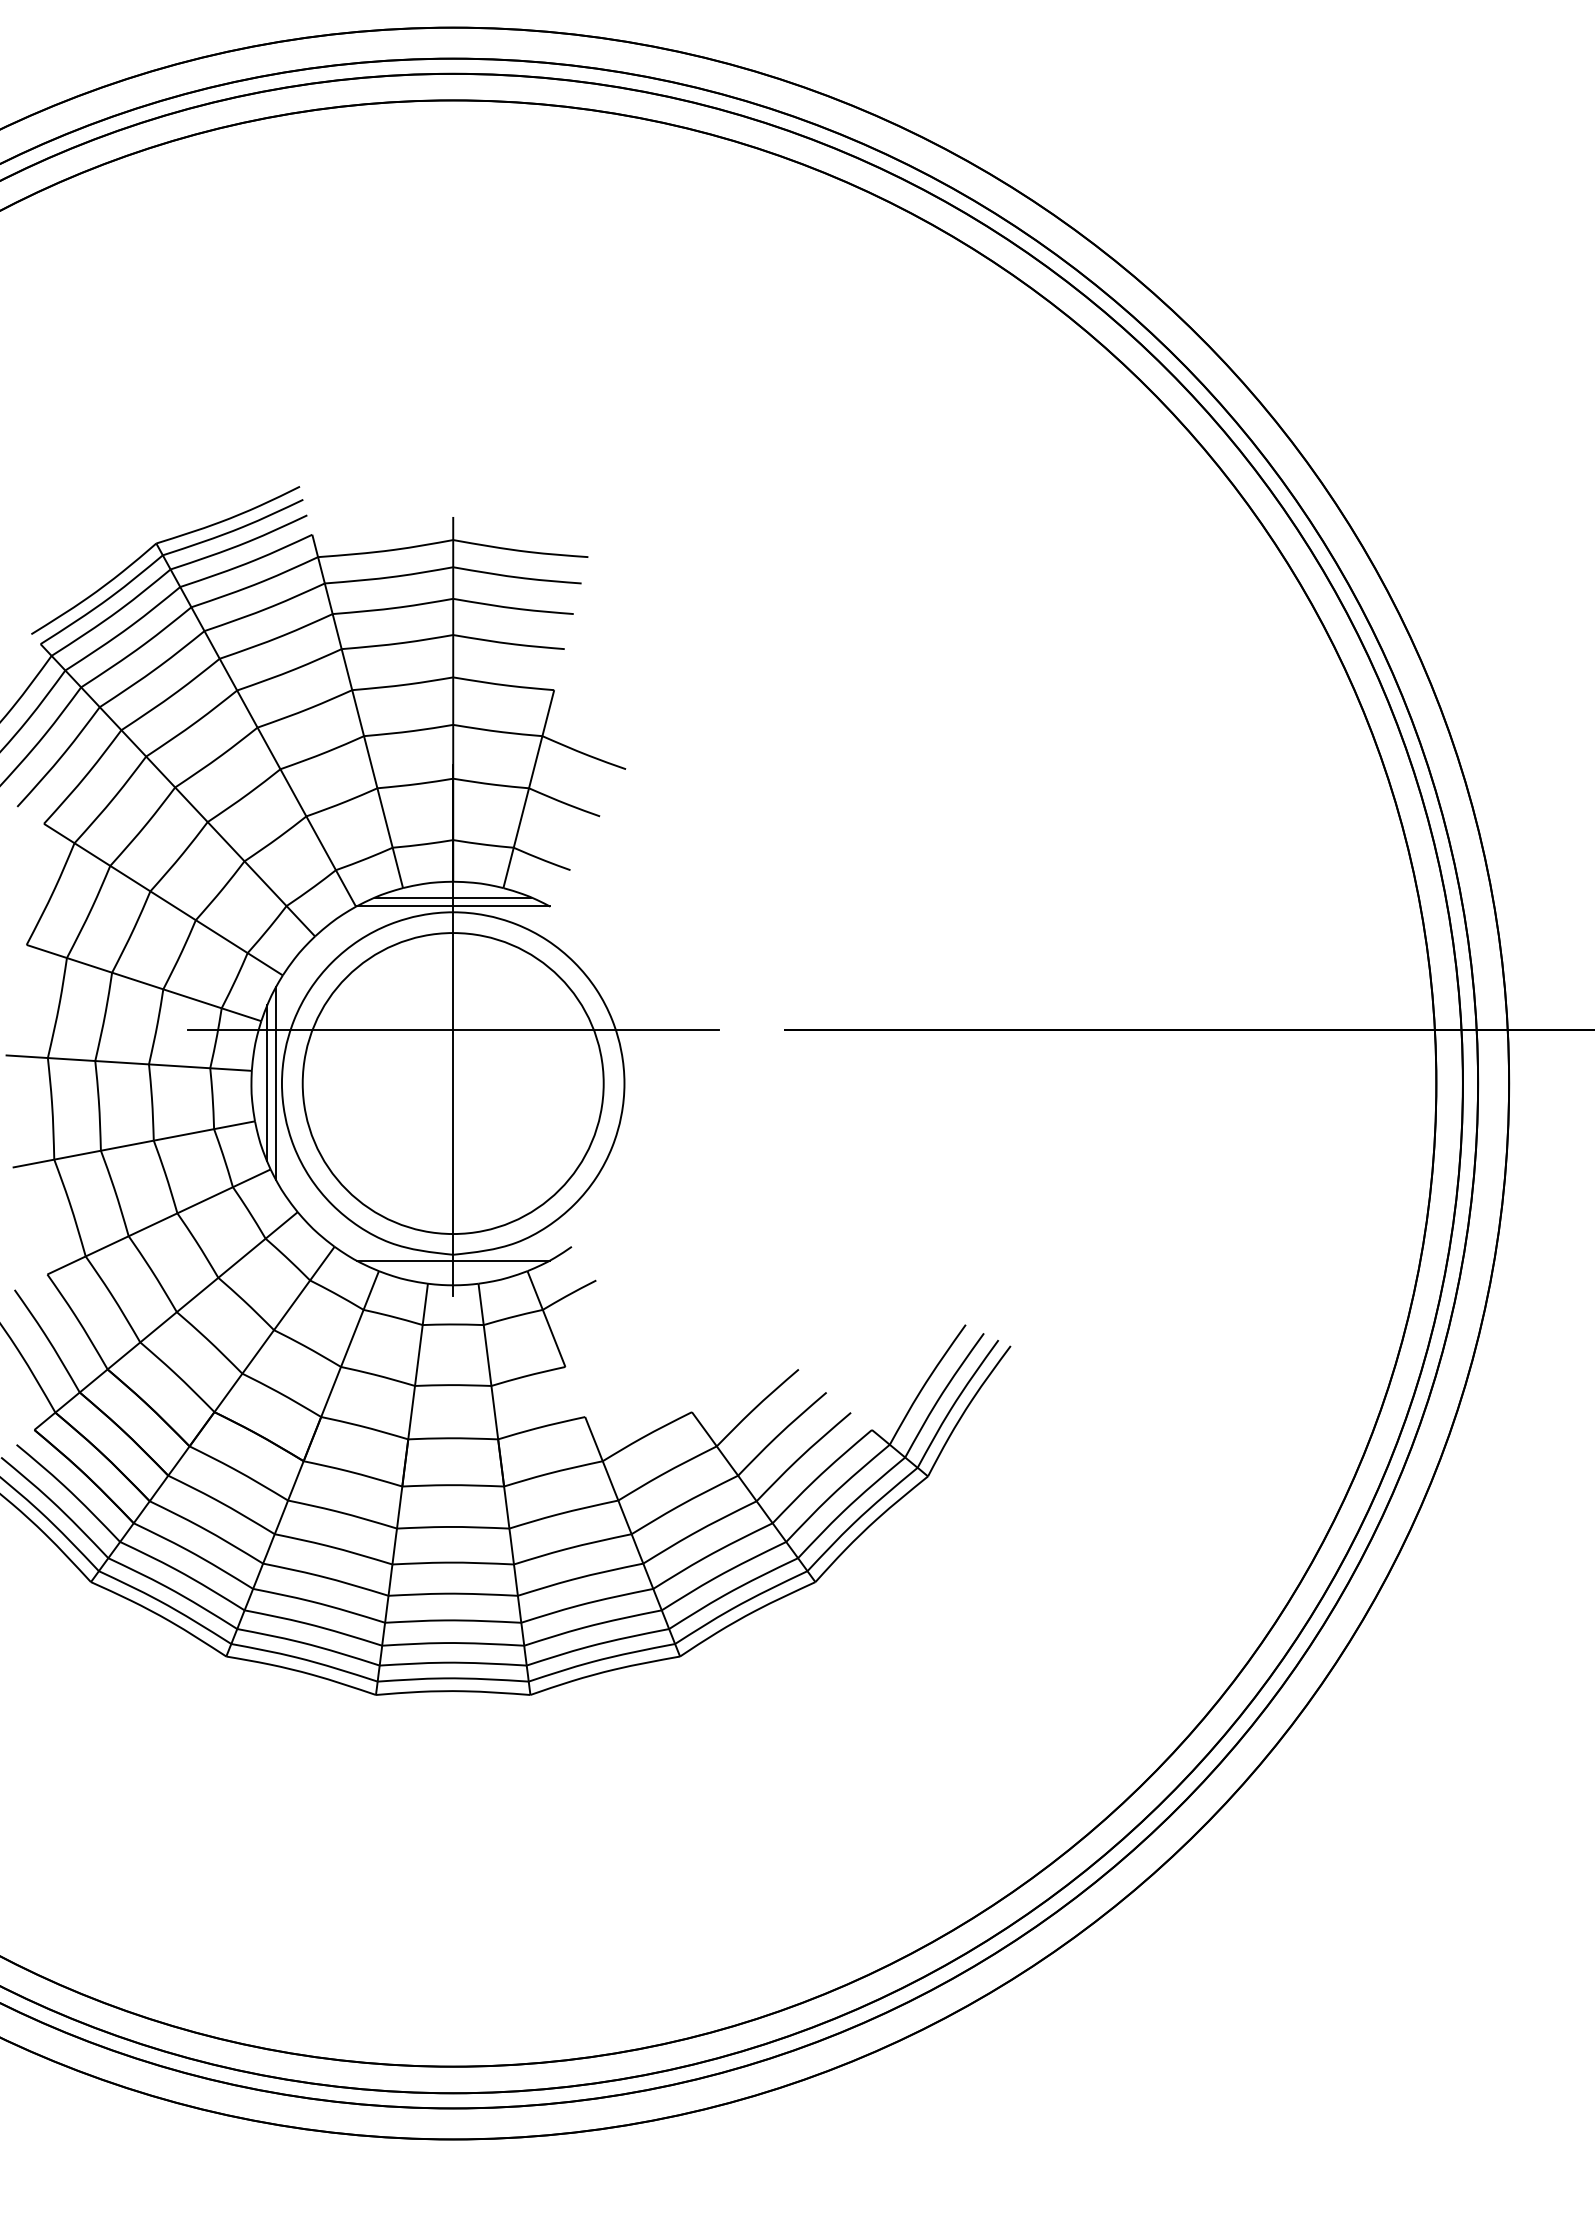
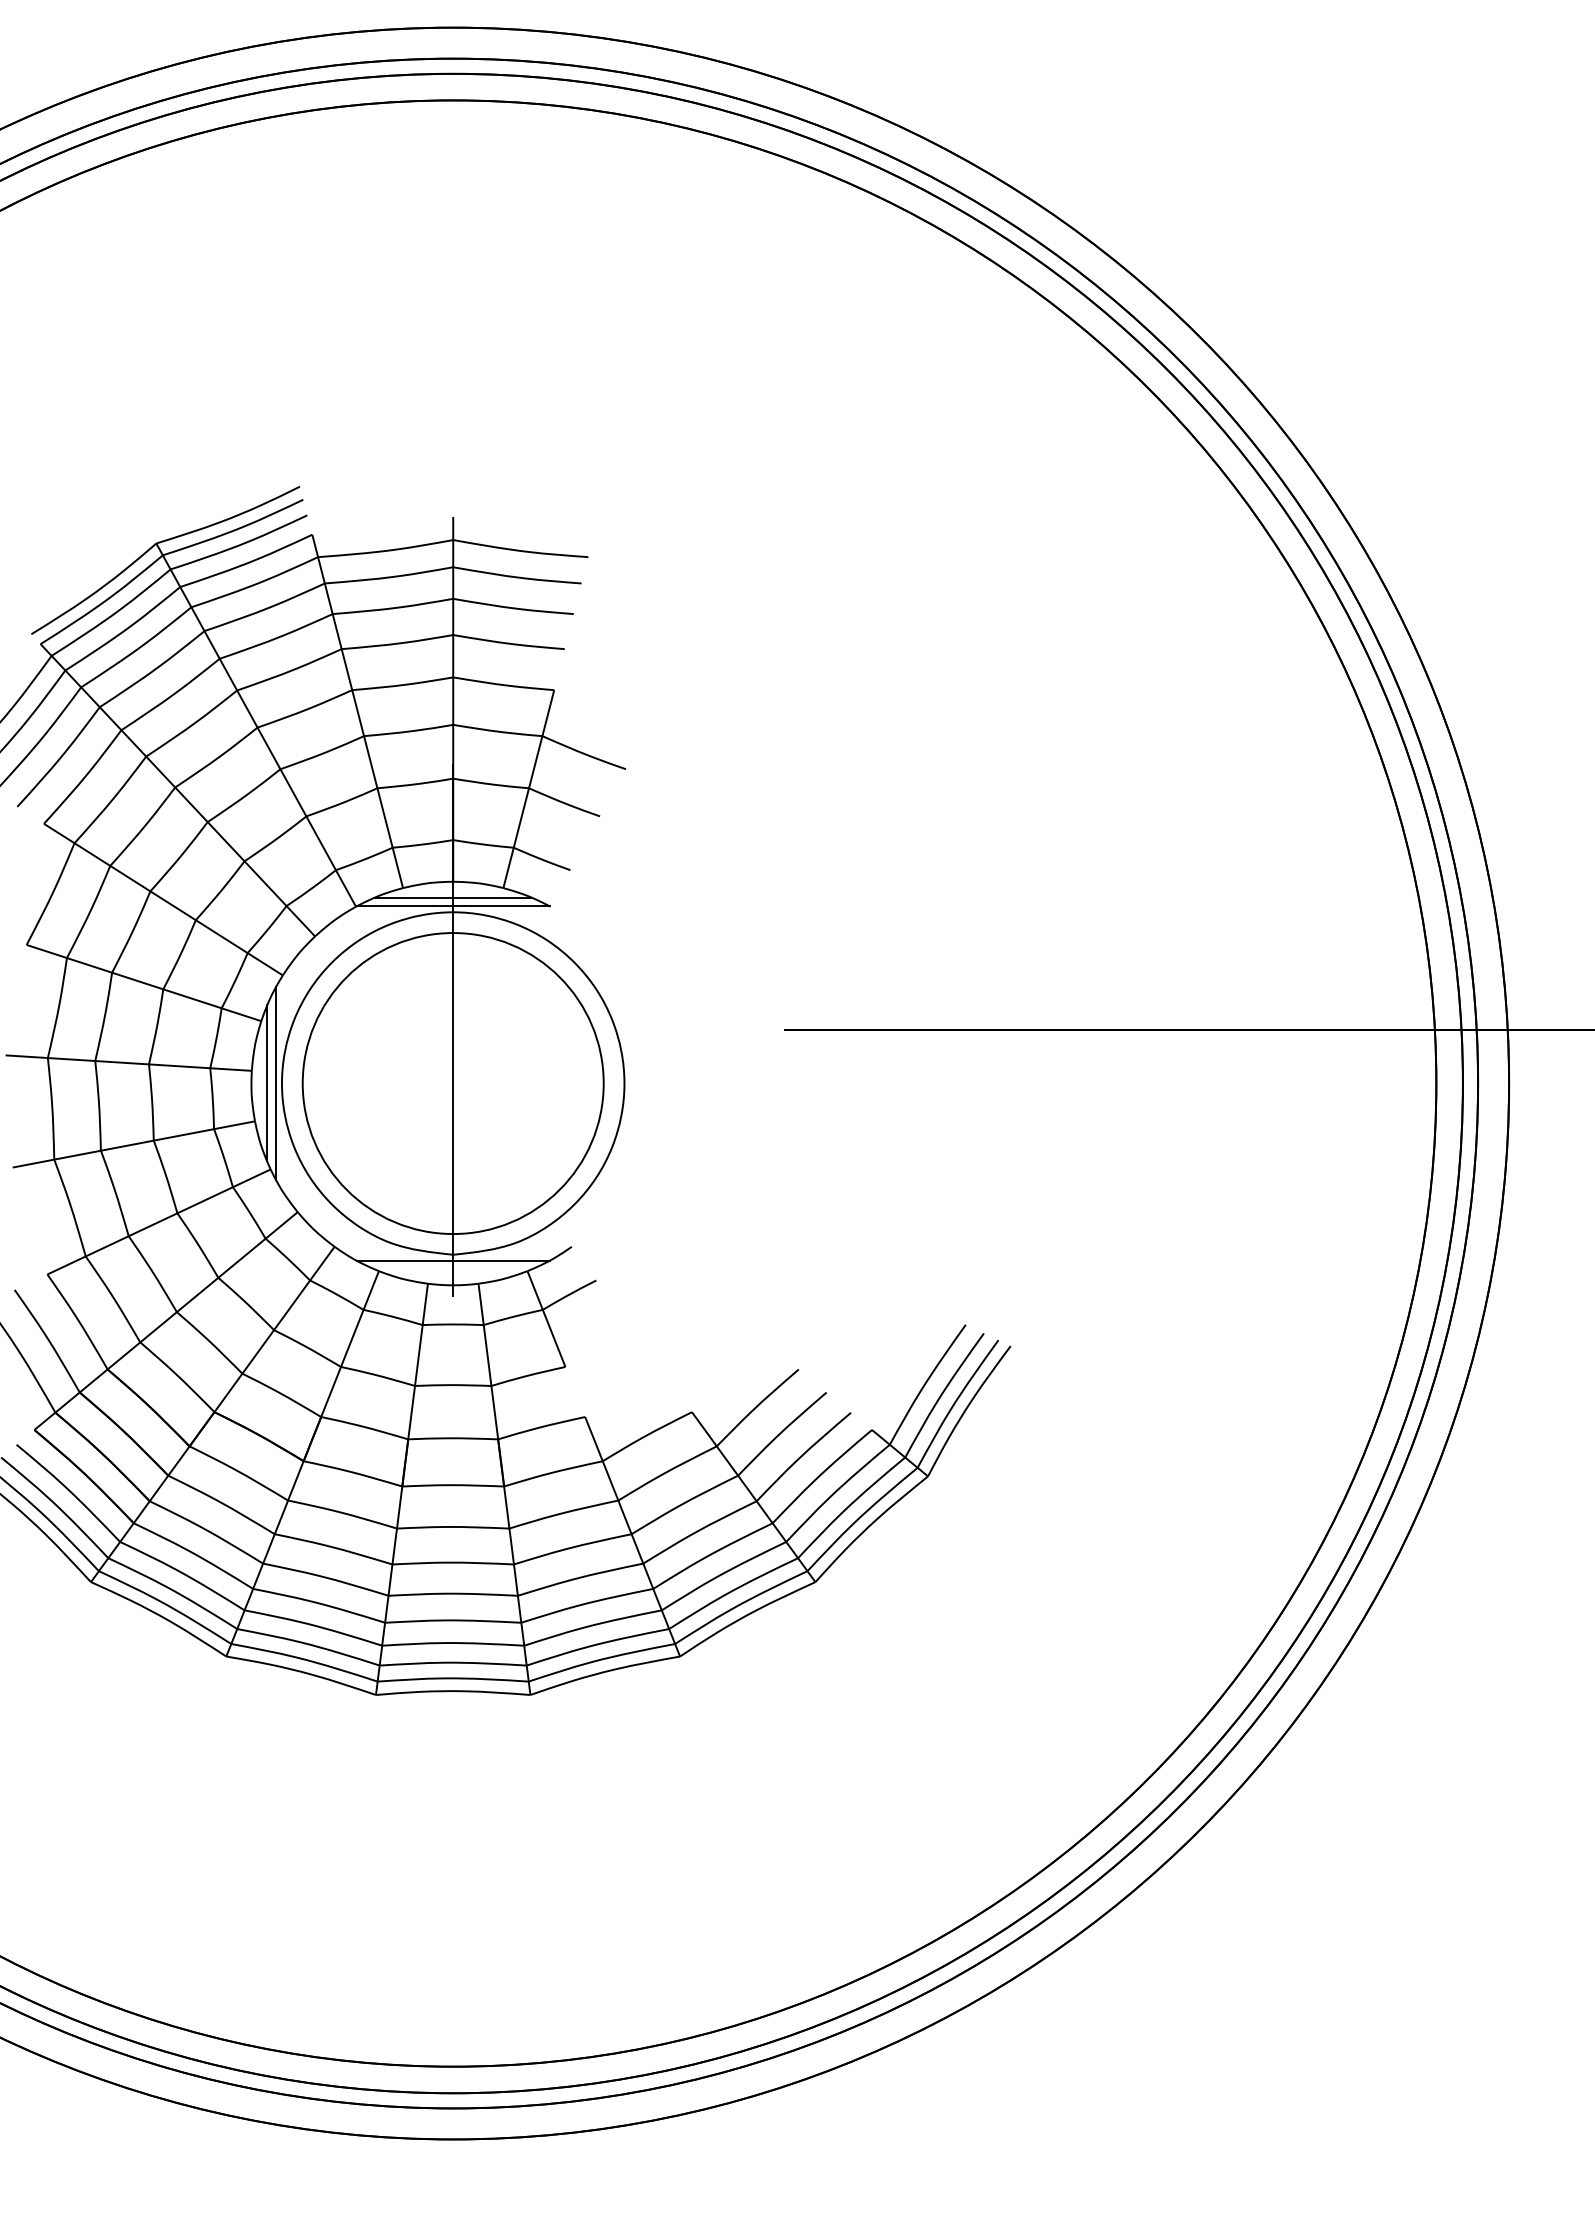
line at (452, 1030): present -> none
